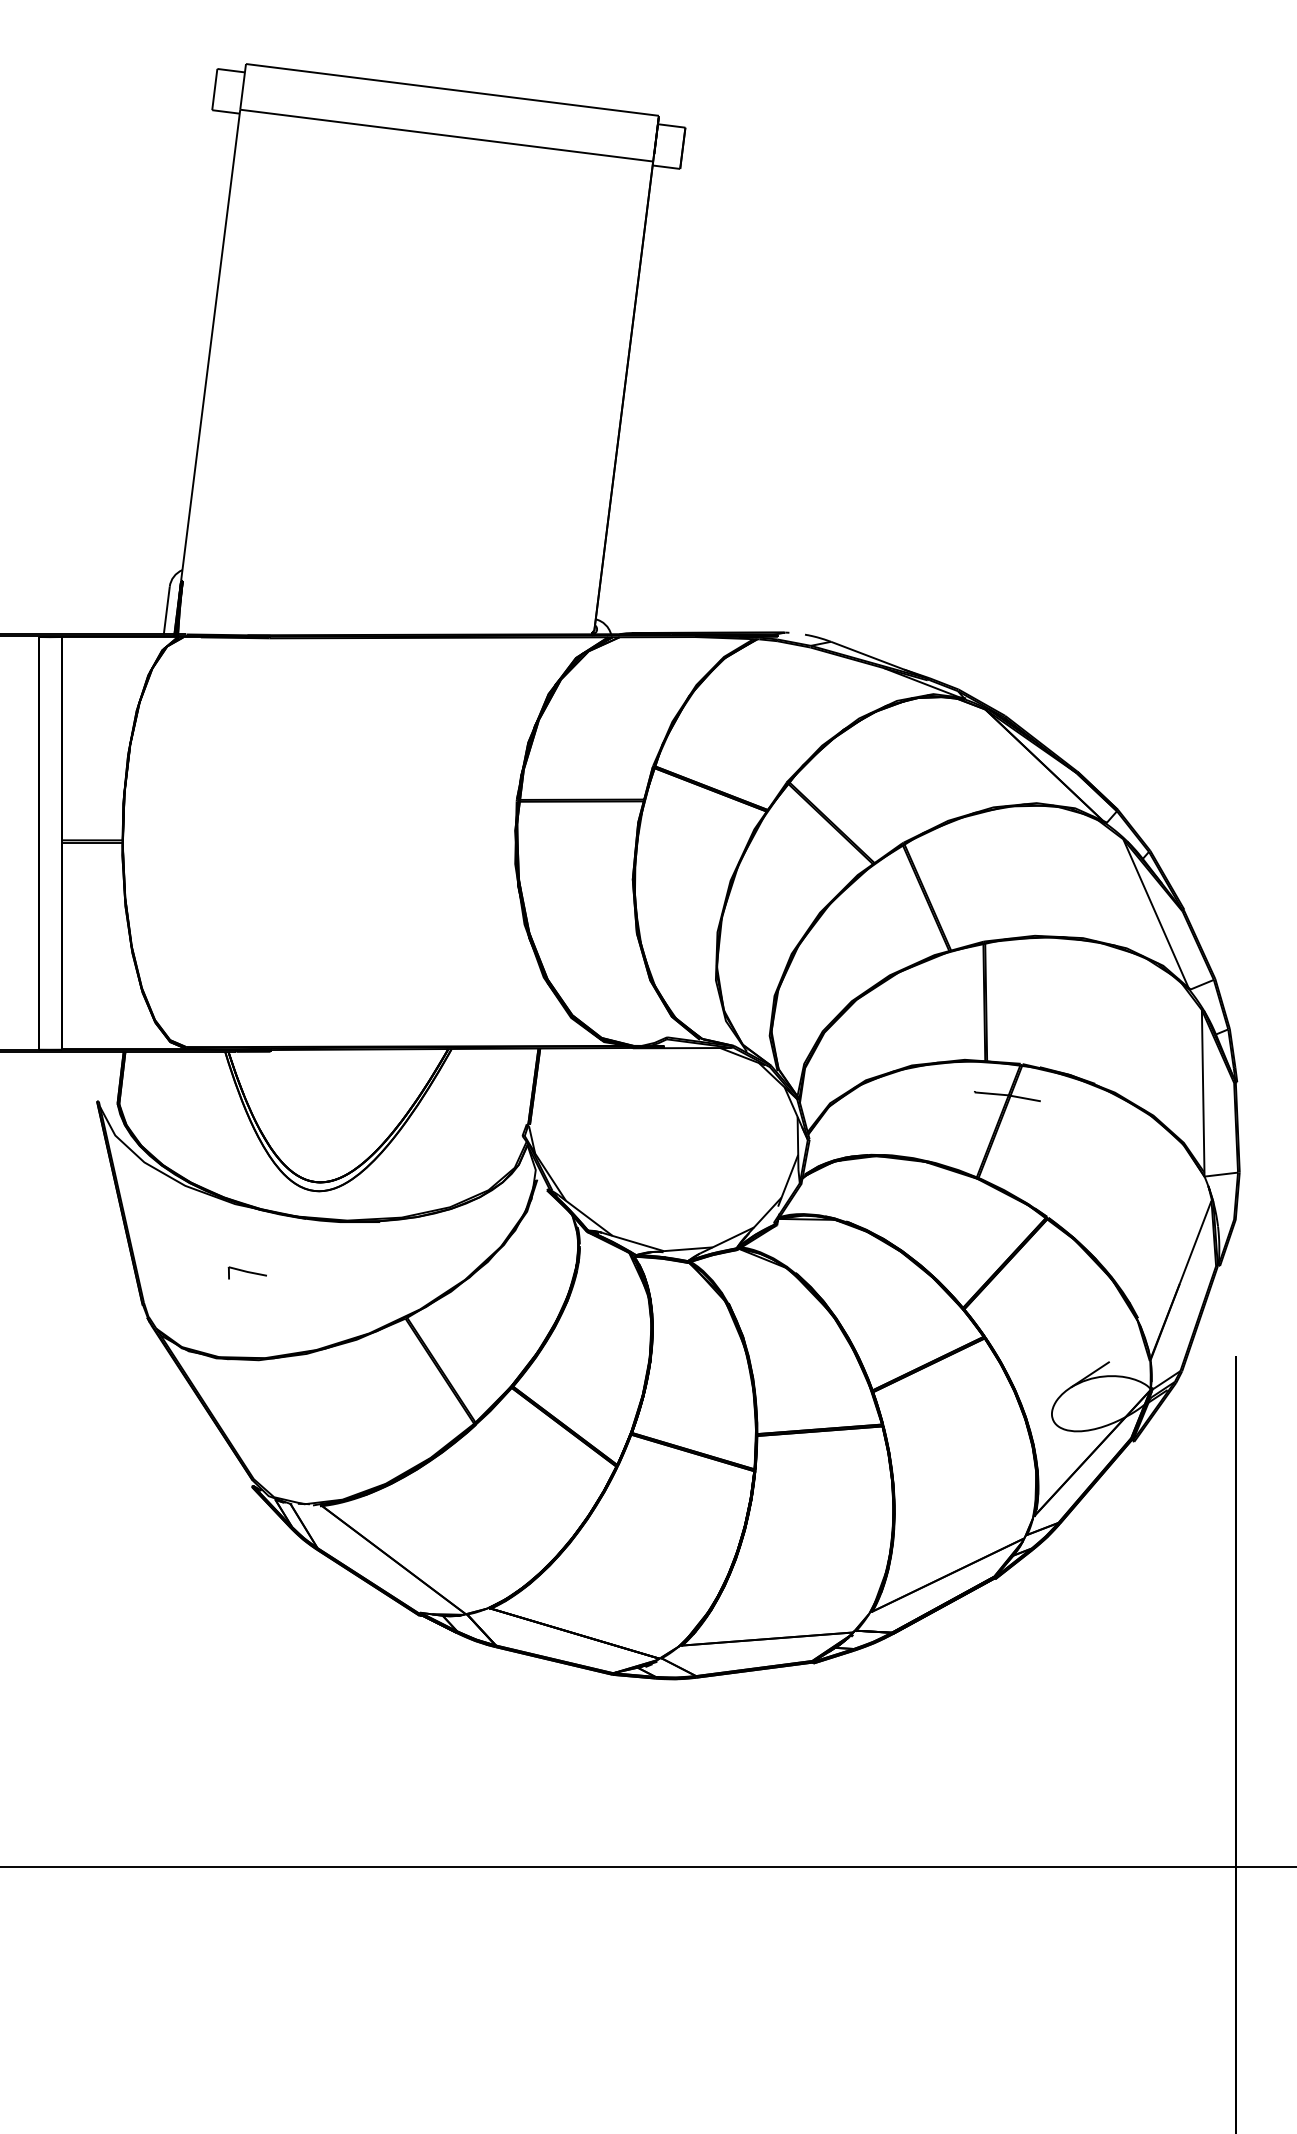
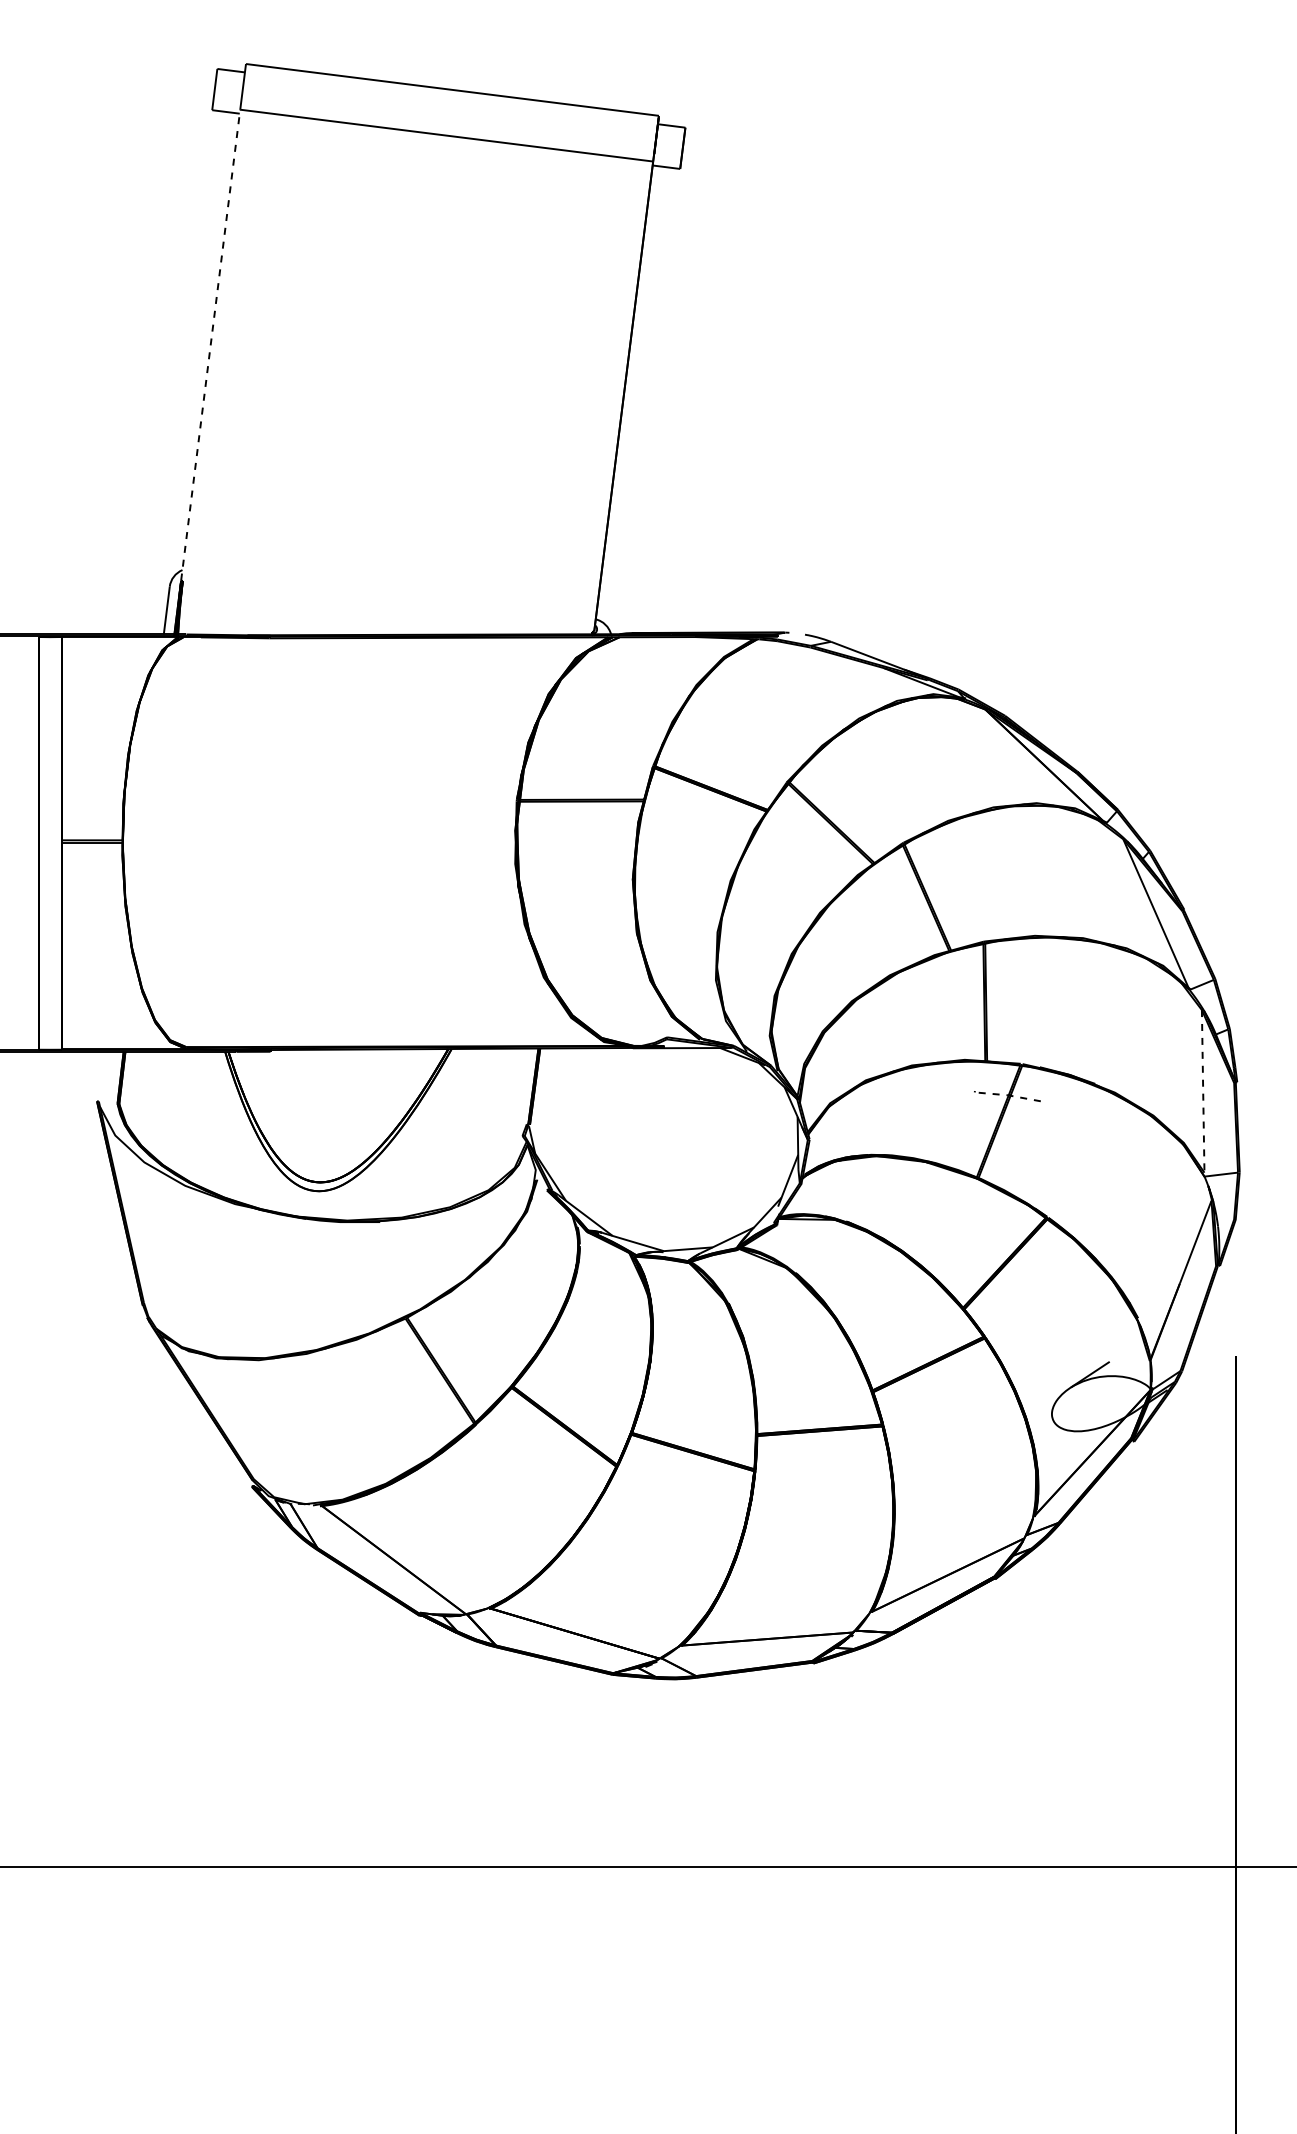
line at (210, 344): solid -> dashed
line at (1203, 1093): solid -> dashed
line at (1007, 1095): solid -> dashed
part at (246, 1272): present -> none
